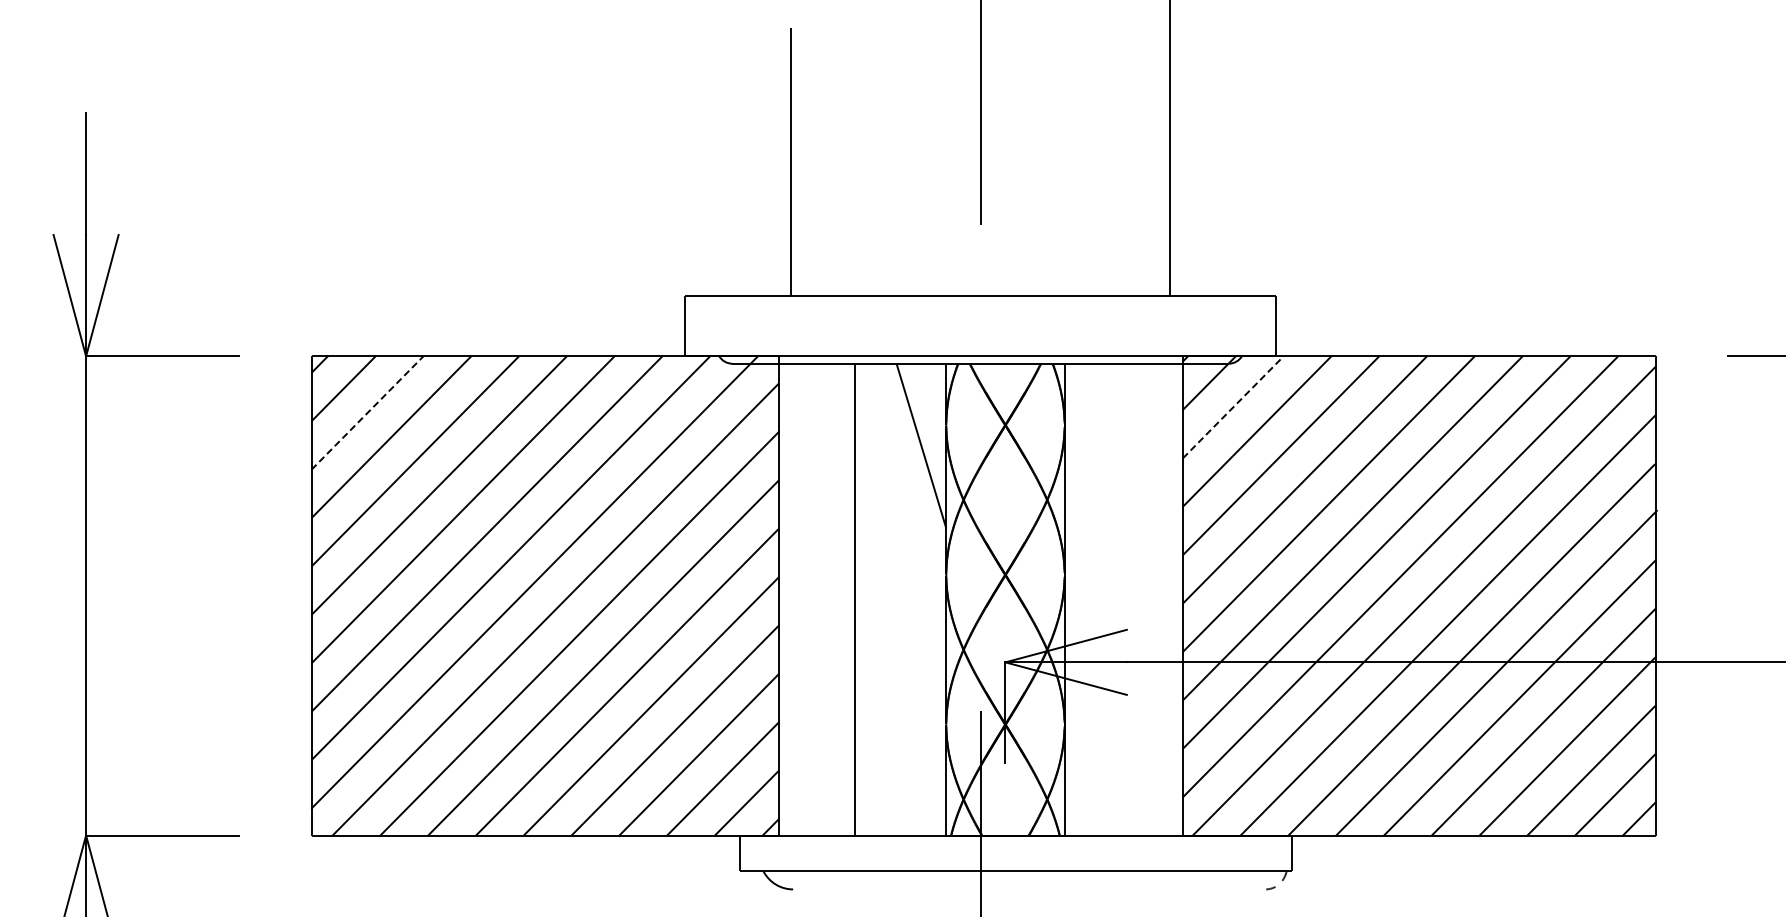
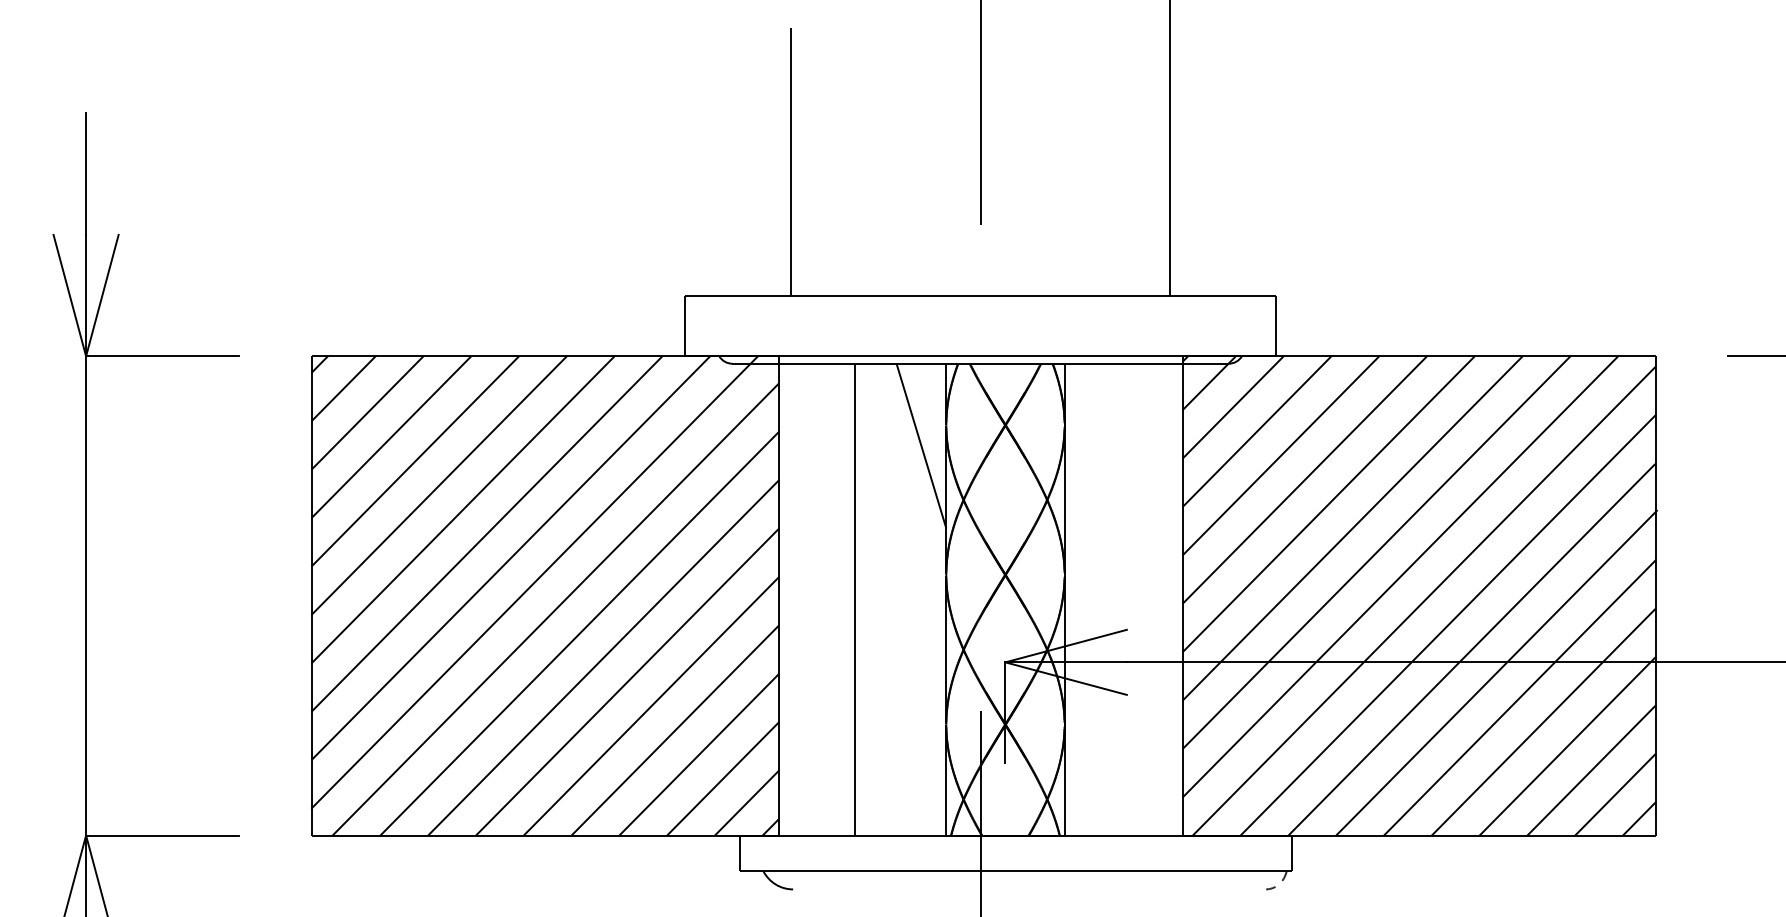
line at (1233, 407): dashed -> solid
line at (367, 413): dashed -> solid
